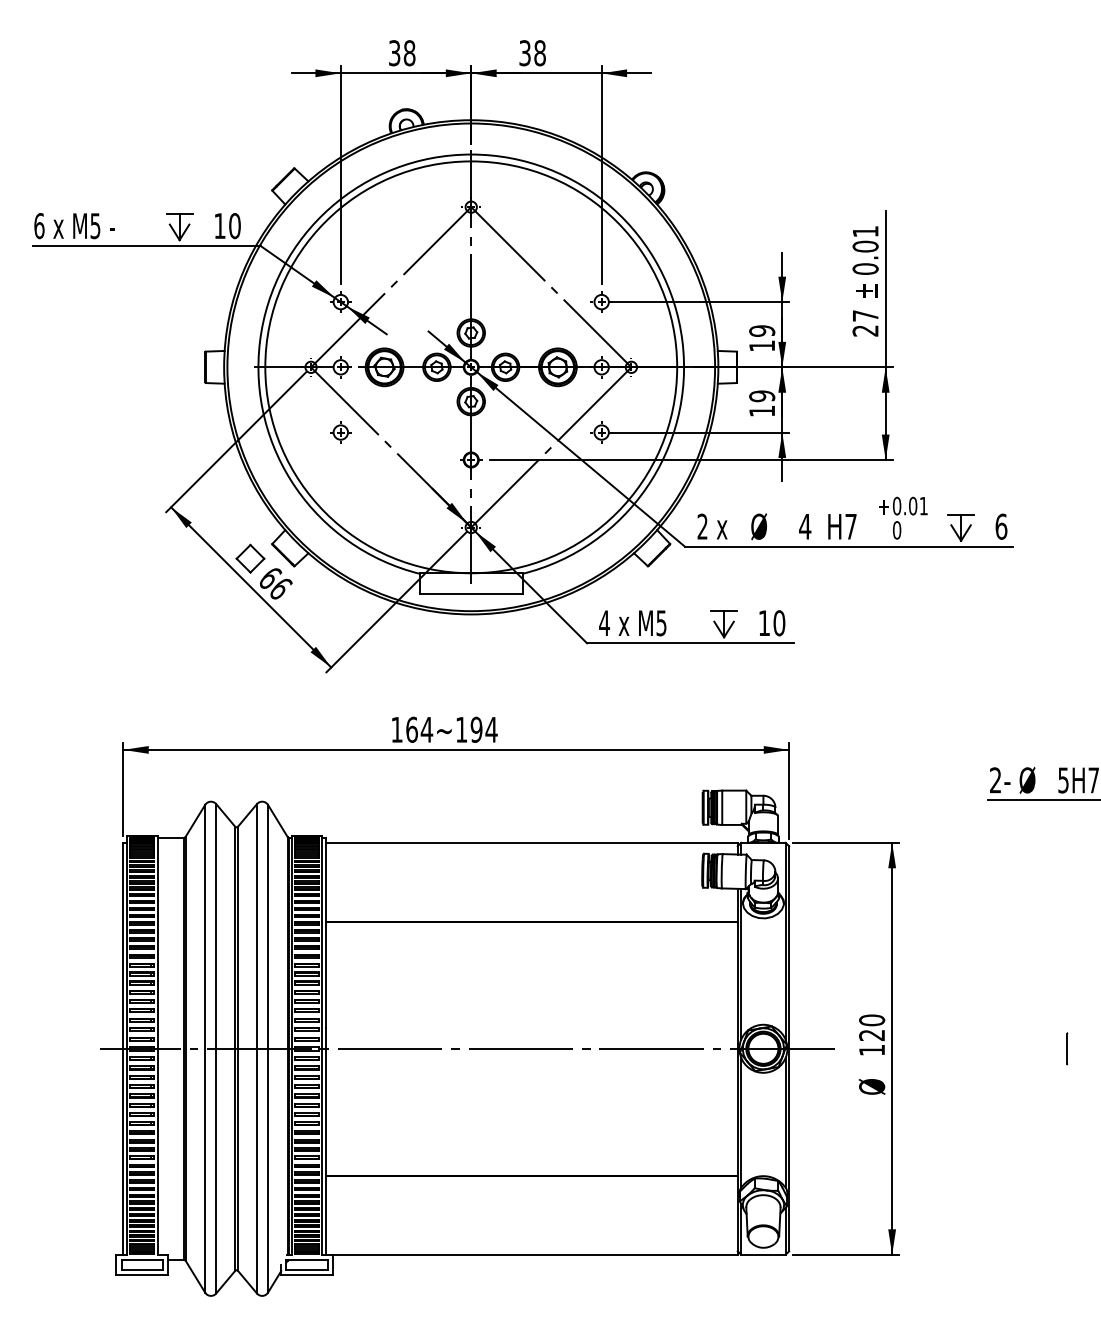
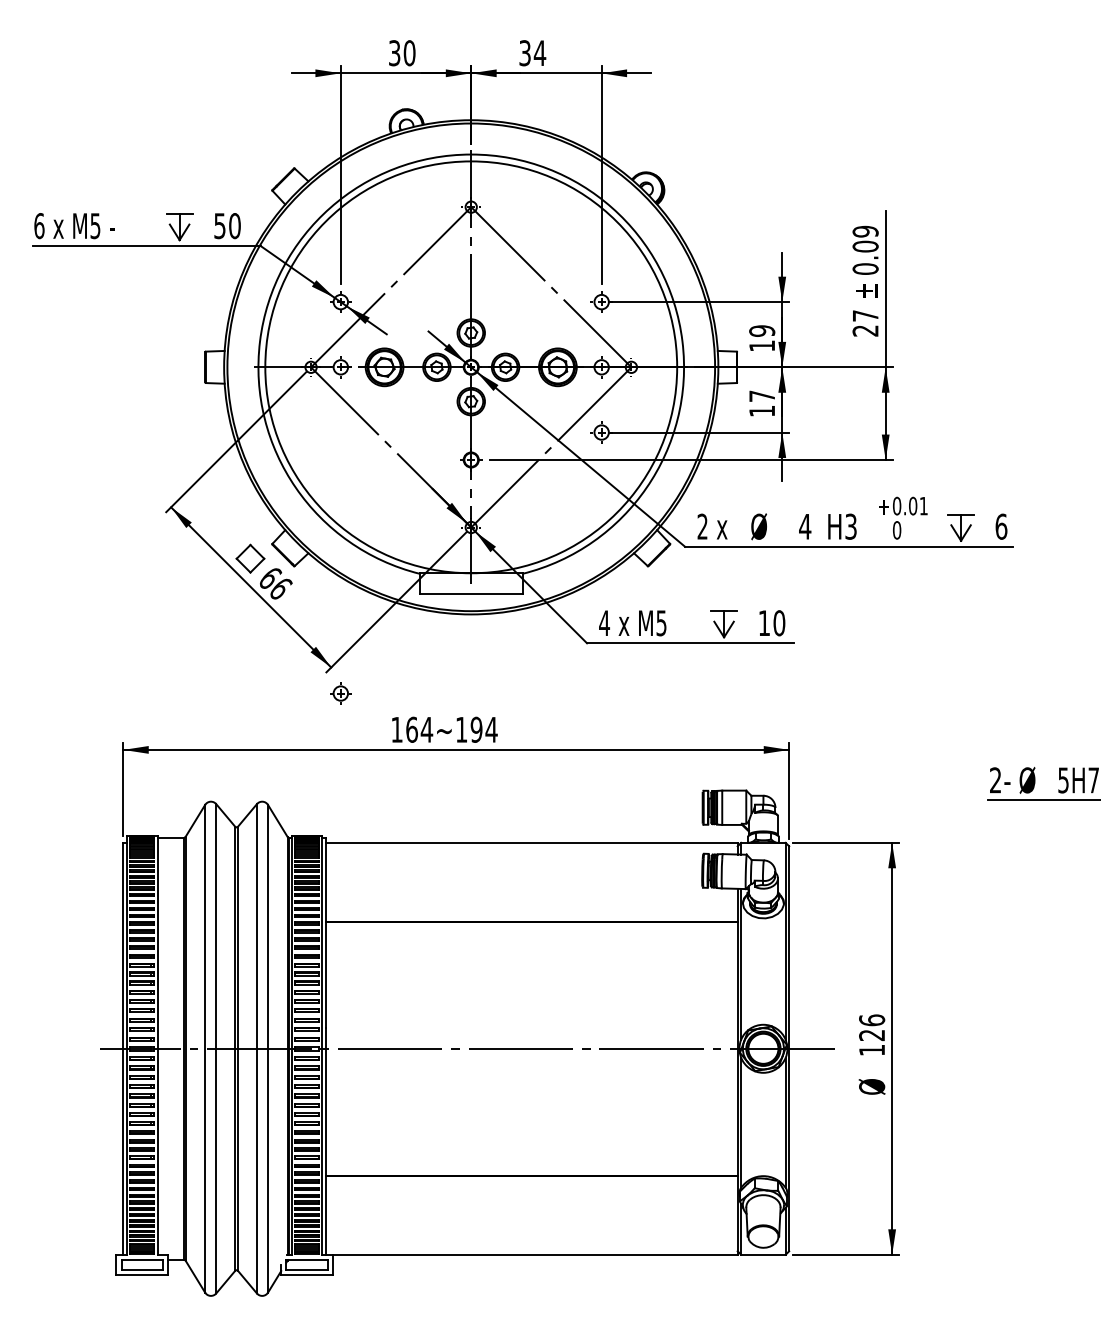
text at (409, 52): 38 -> 30
text at (539, 53): 38 -> 34
text at (219, 226): 10 -> 50
text at (865, 231): 0.01 -> 0.09
text at (762, 396): 19 -> 17
part at (340, 432) position: (340, 432) -> (340, 693)
text at (850, 526): H7 -> H3
text at (871, 1020): 120 -> 126
line at (1067, 1048): present -> none
